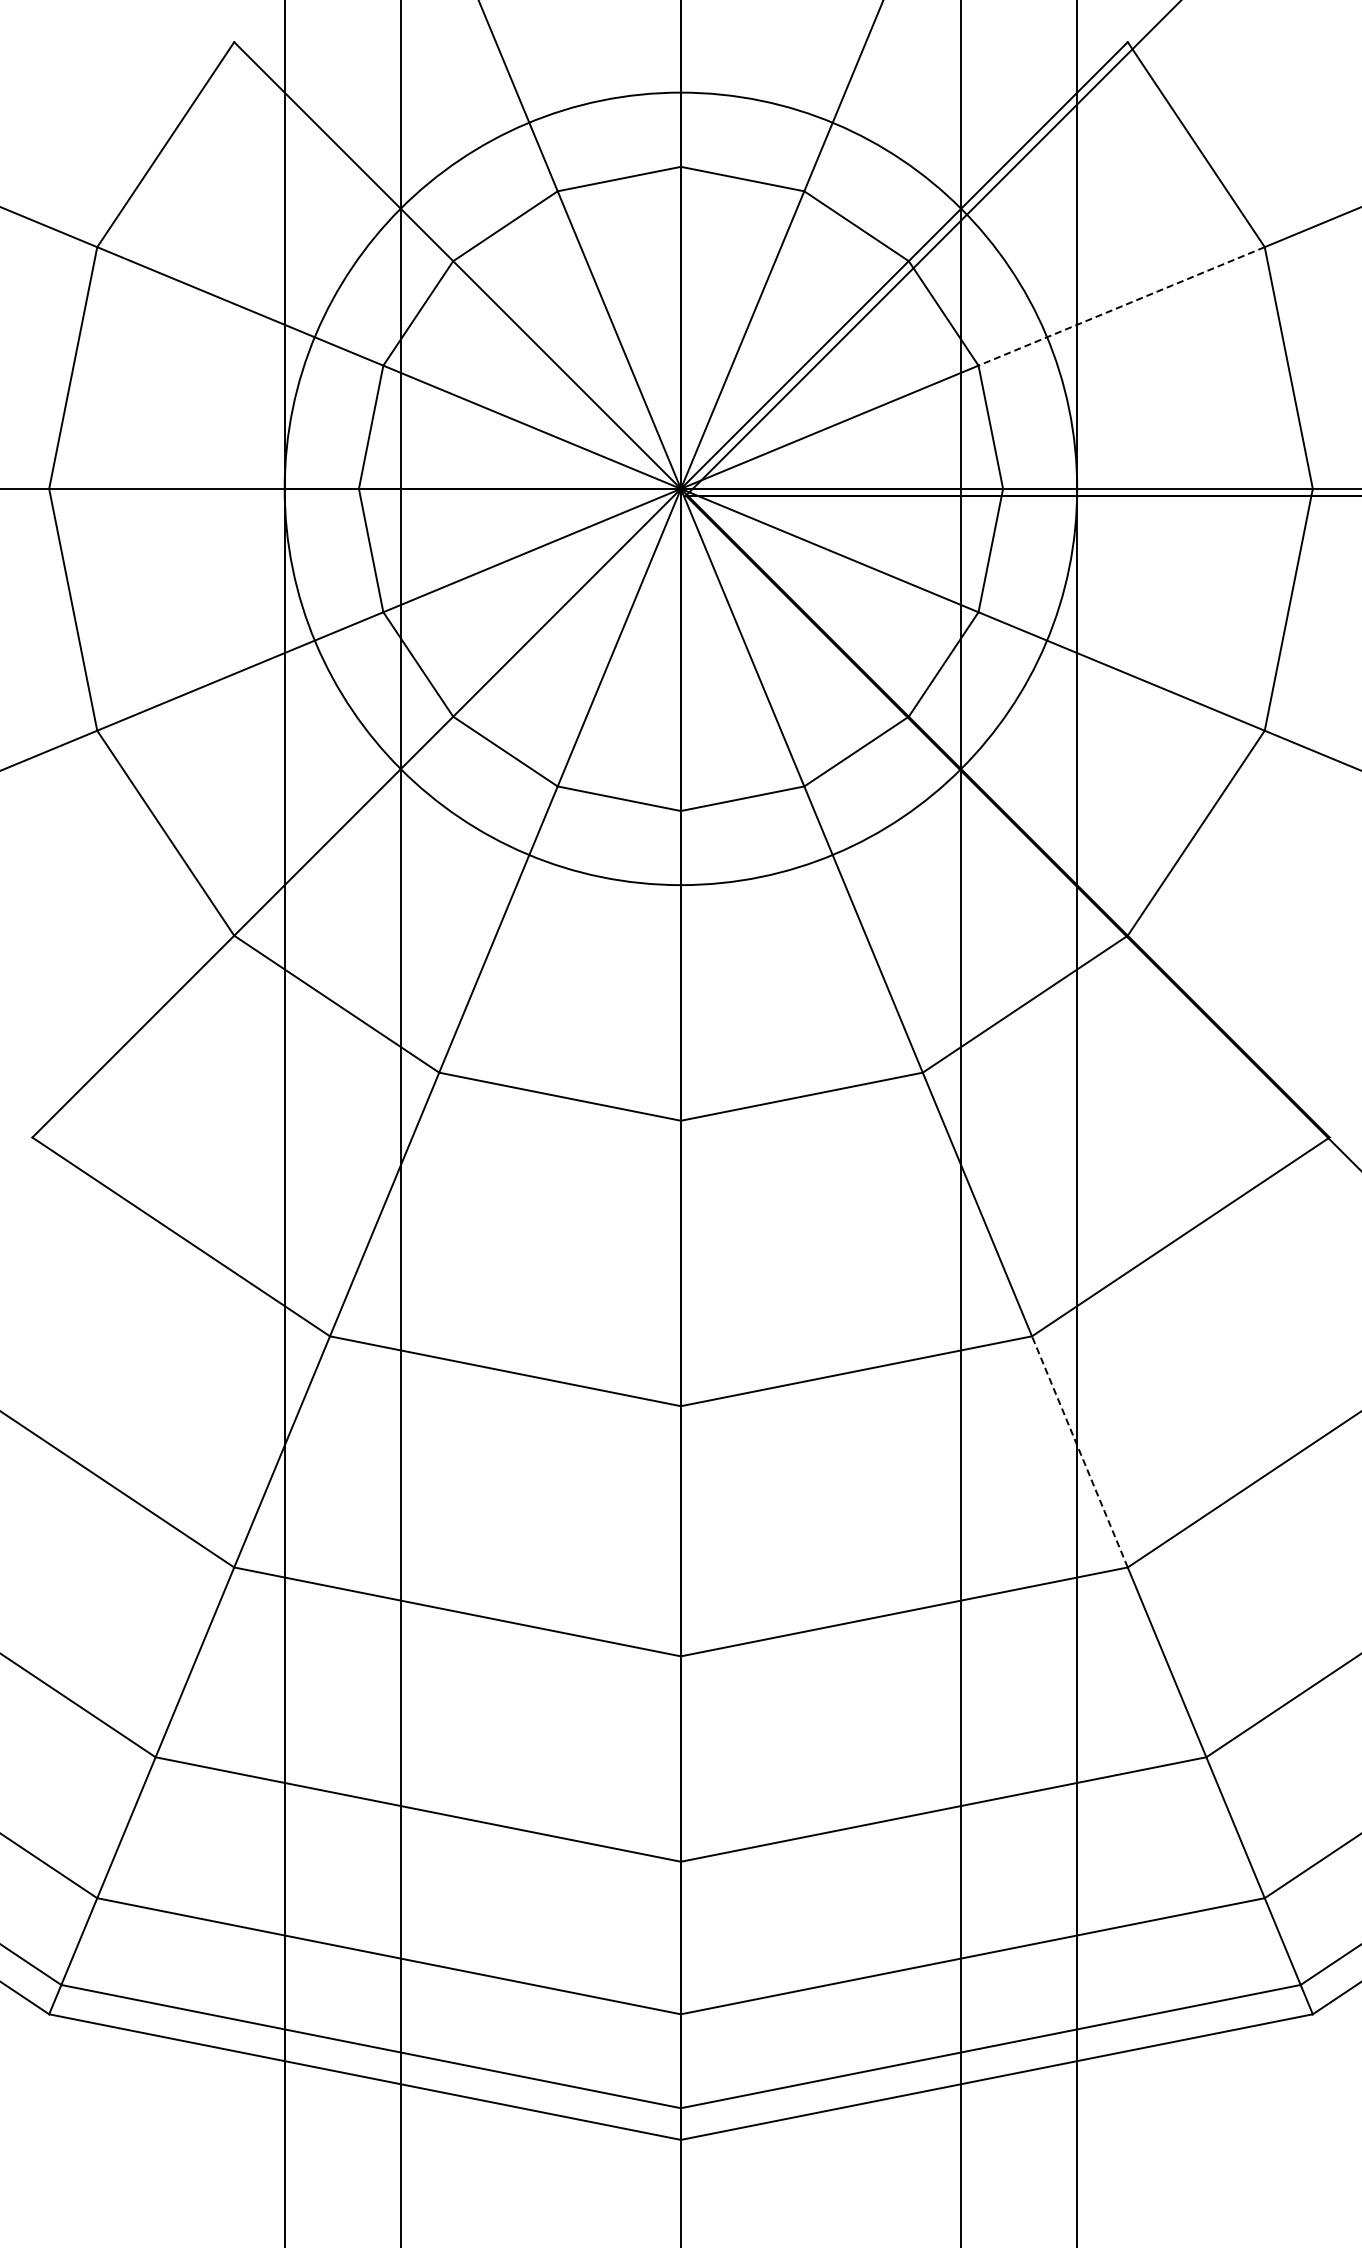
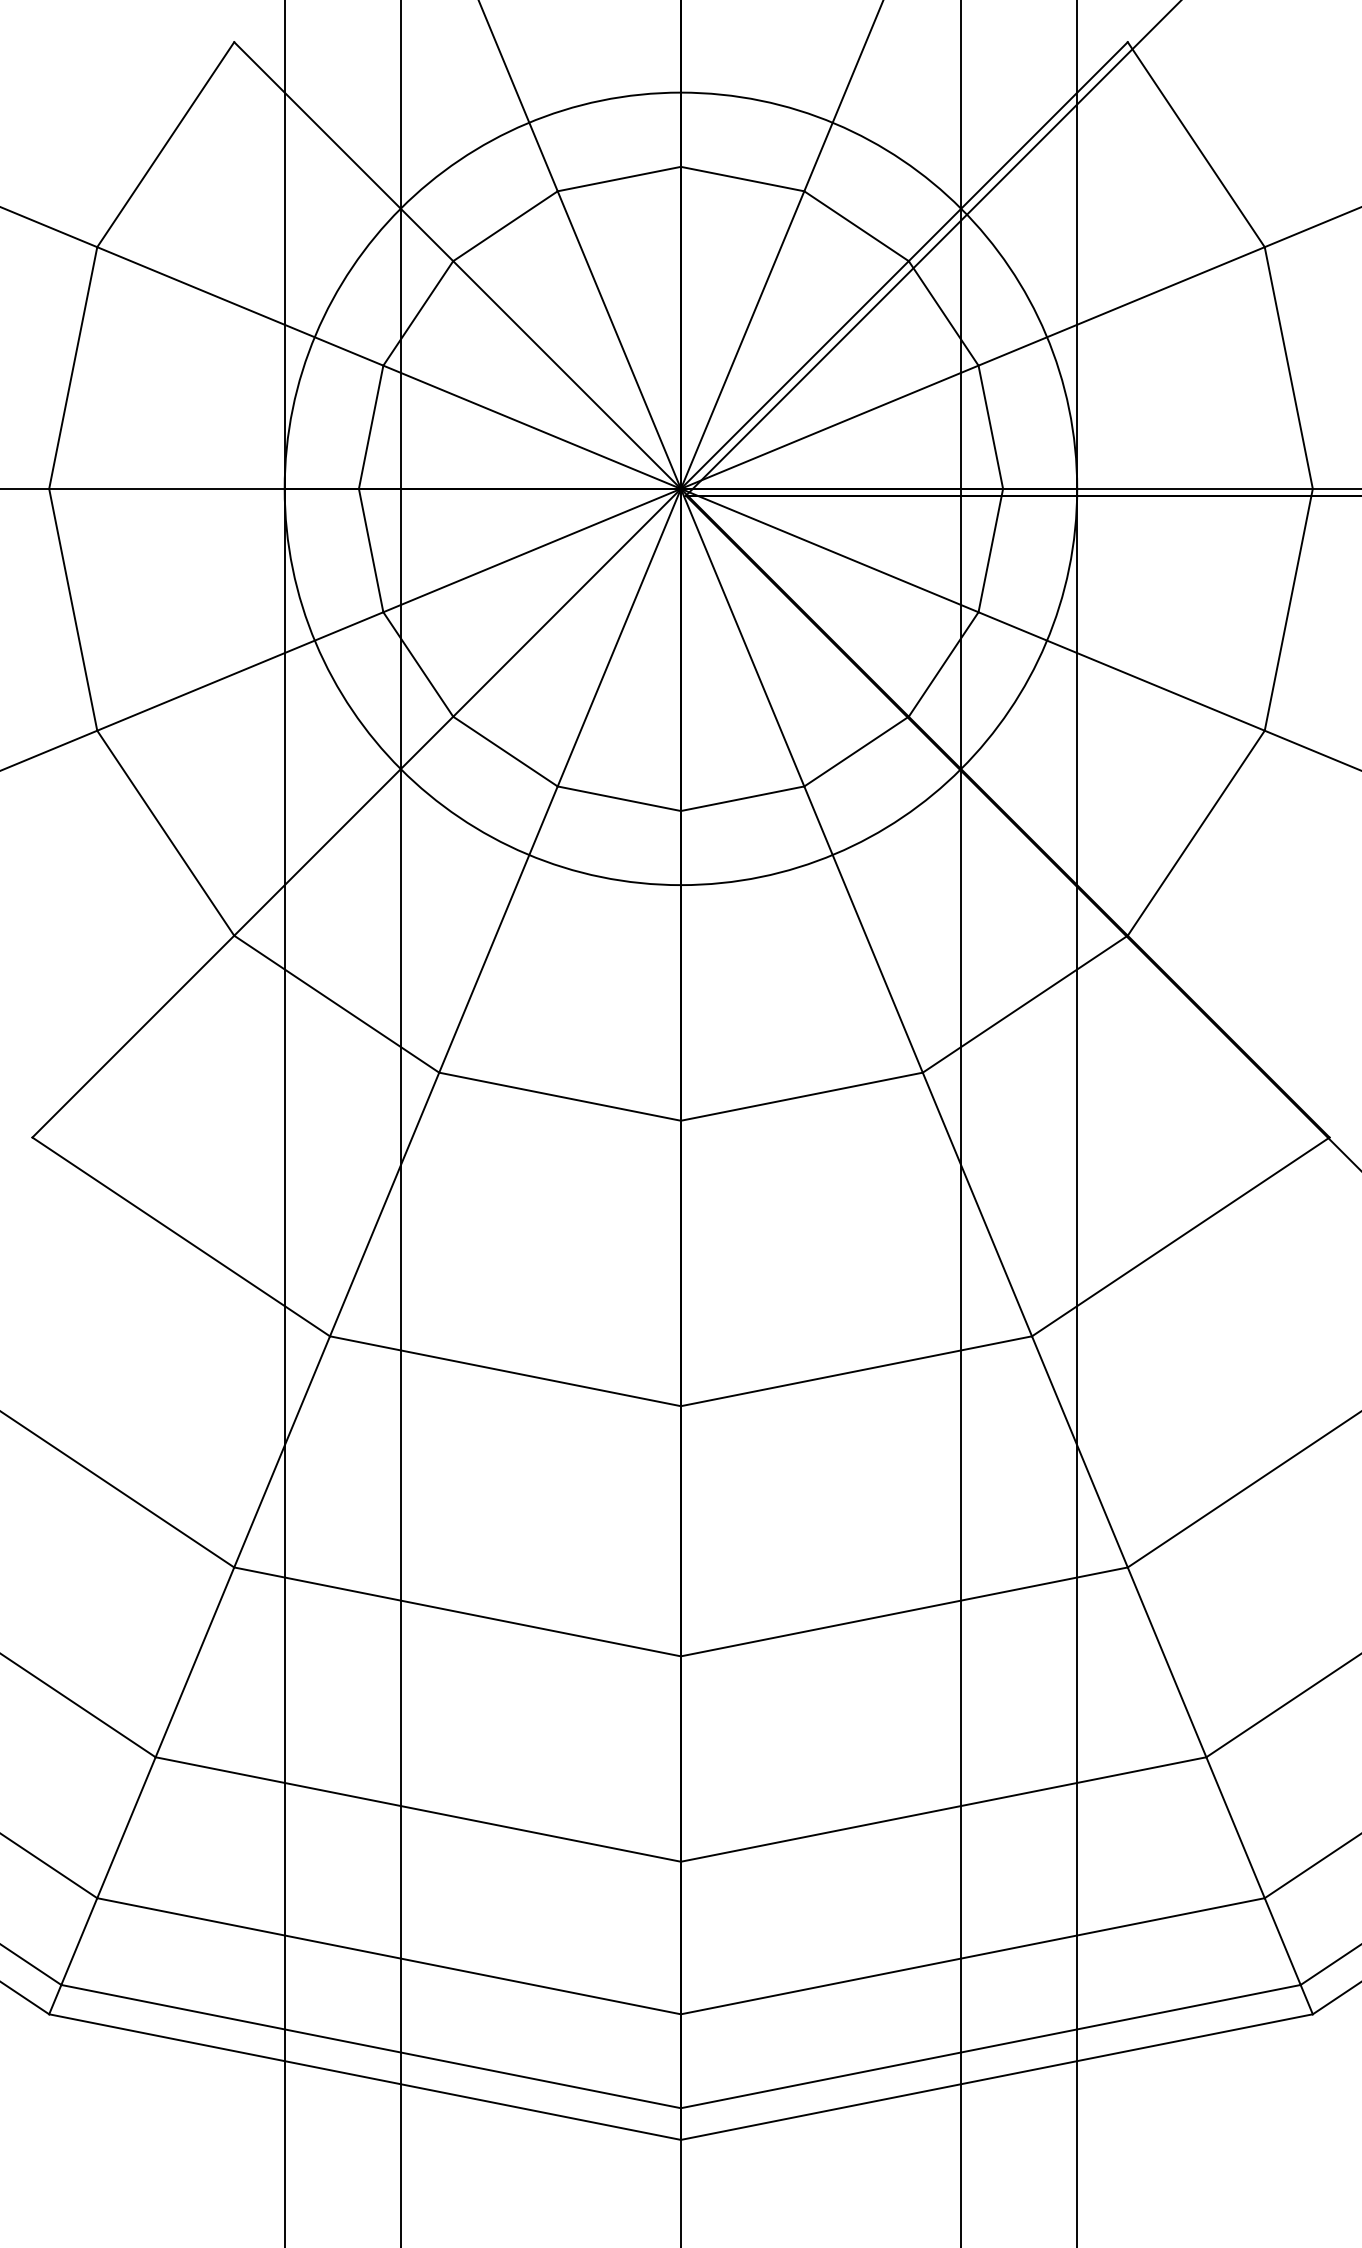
line at (1121, 306): dashed -> solid
line at (1079, 1451): dashed -> solid
